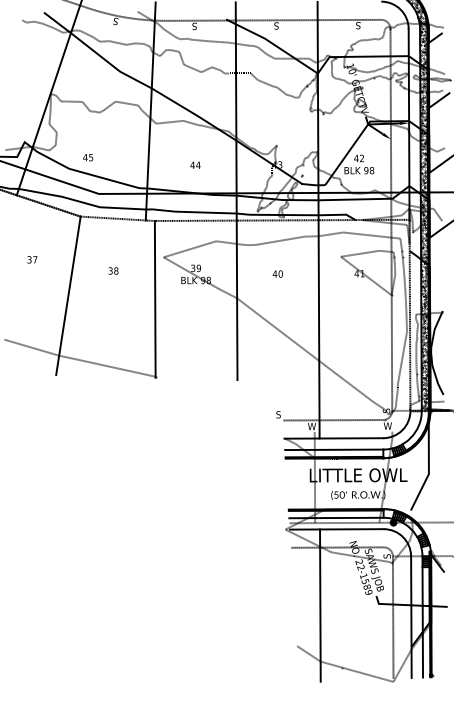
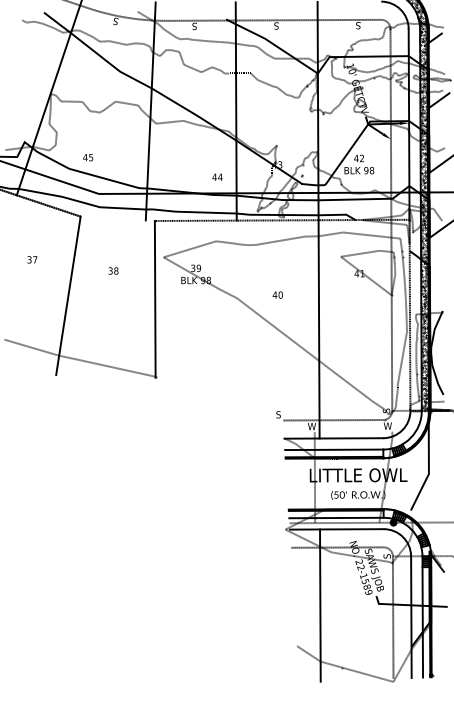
text at (195, 164) position: (195, 164) -> (217, 176)
line at (117, 218): present -> none
text at (277, 273) position: (277, 273) -> (277, 294)
line at (236, 300): present -> none
